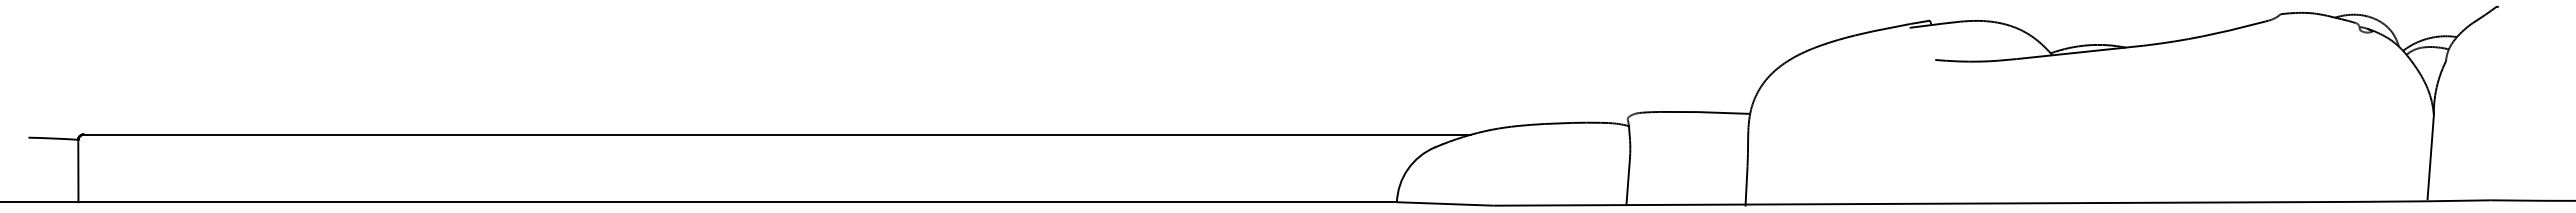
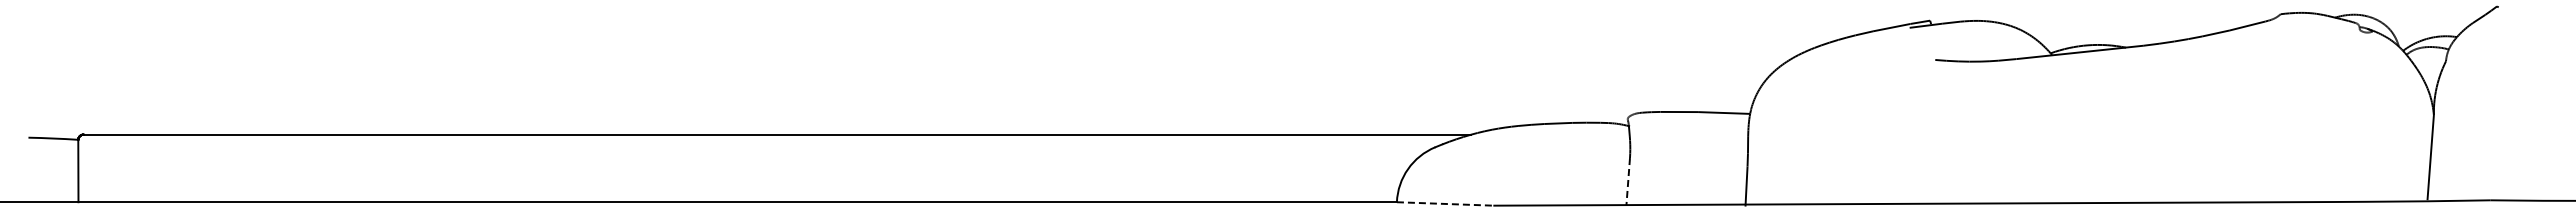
line at (1628, 181): solid -> dashed
line at (1445, 203): solid -> dashed
